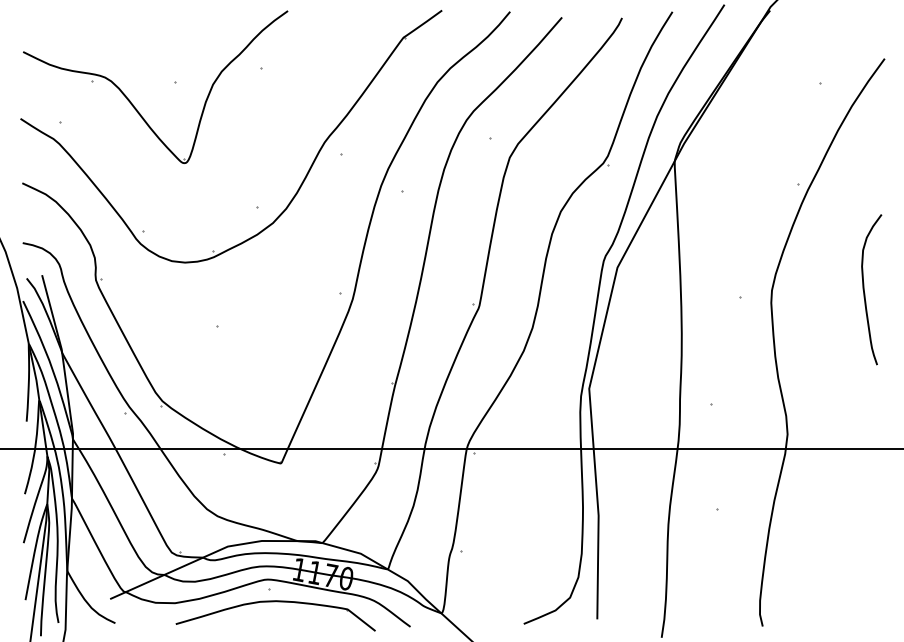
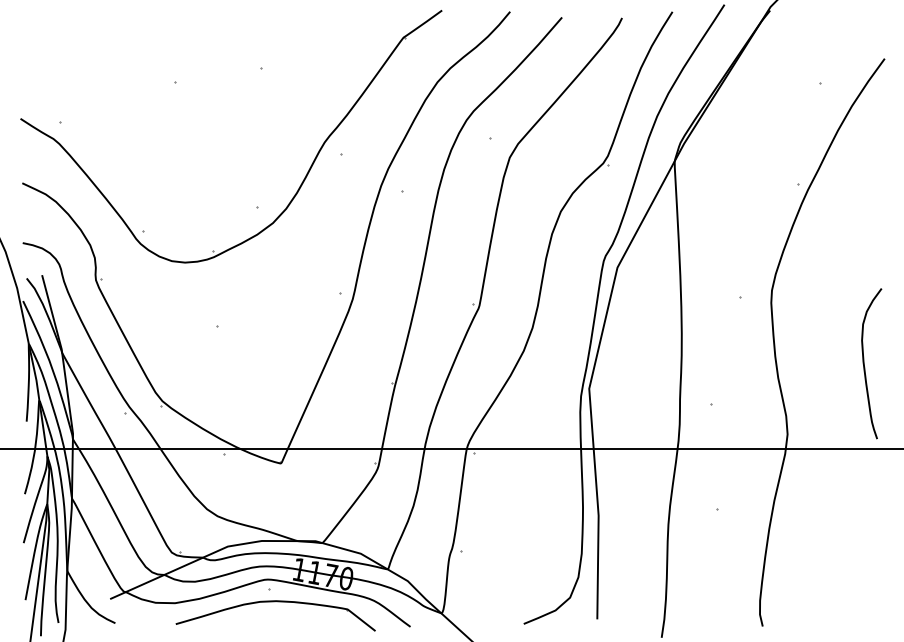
part at (134, 105): present -> none
curve at (864, 289) position: (864, 289) -> (864, 363)
